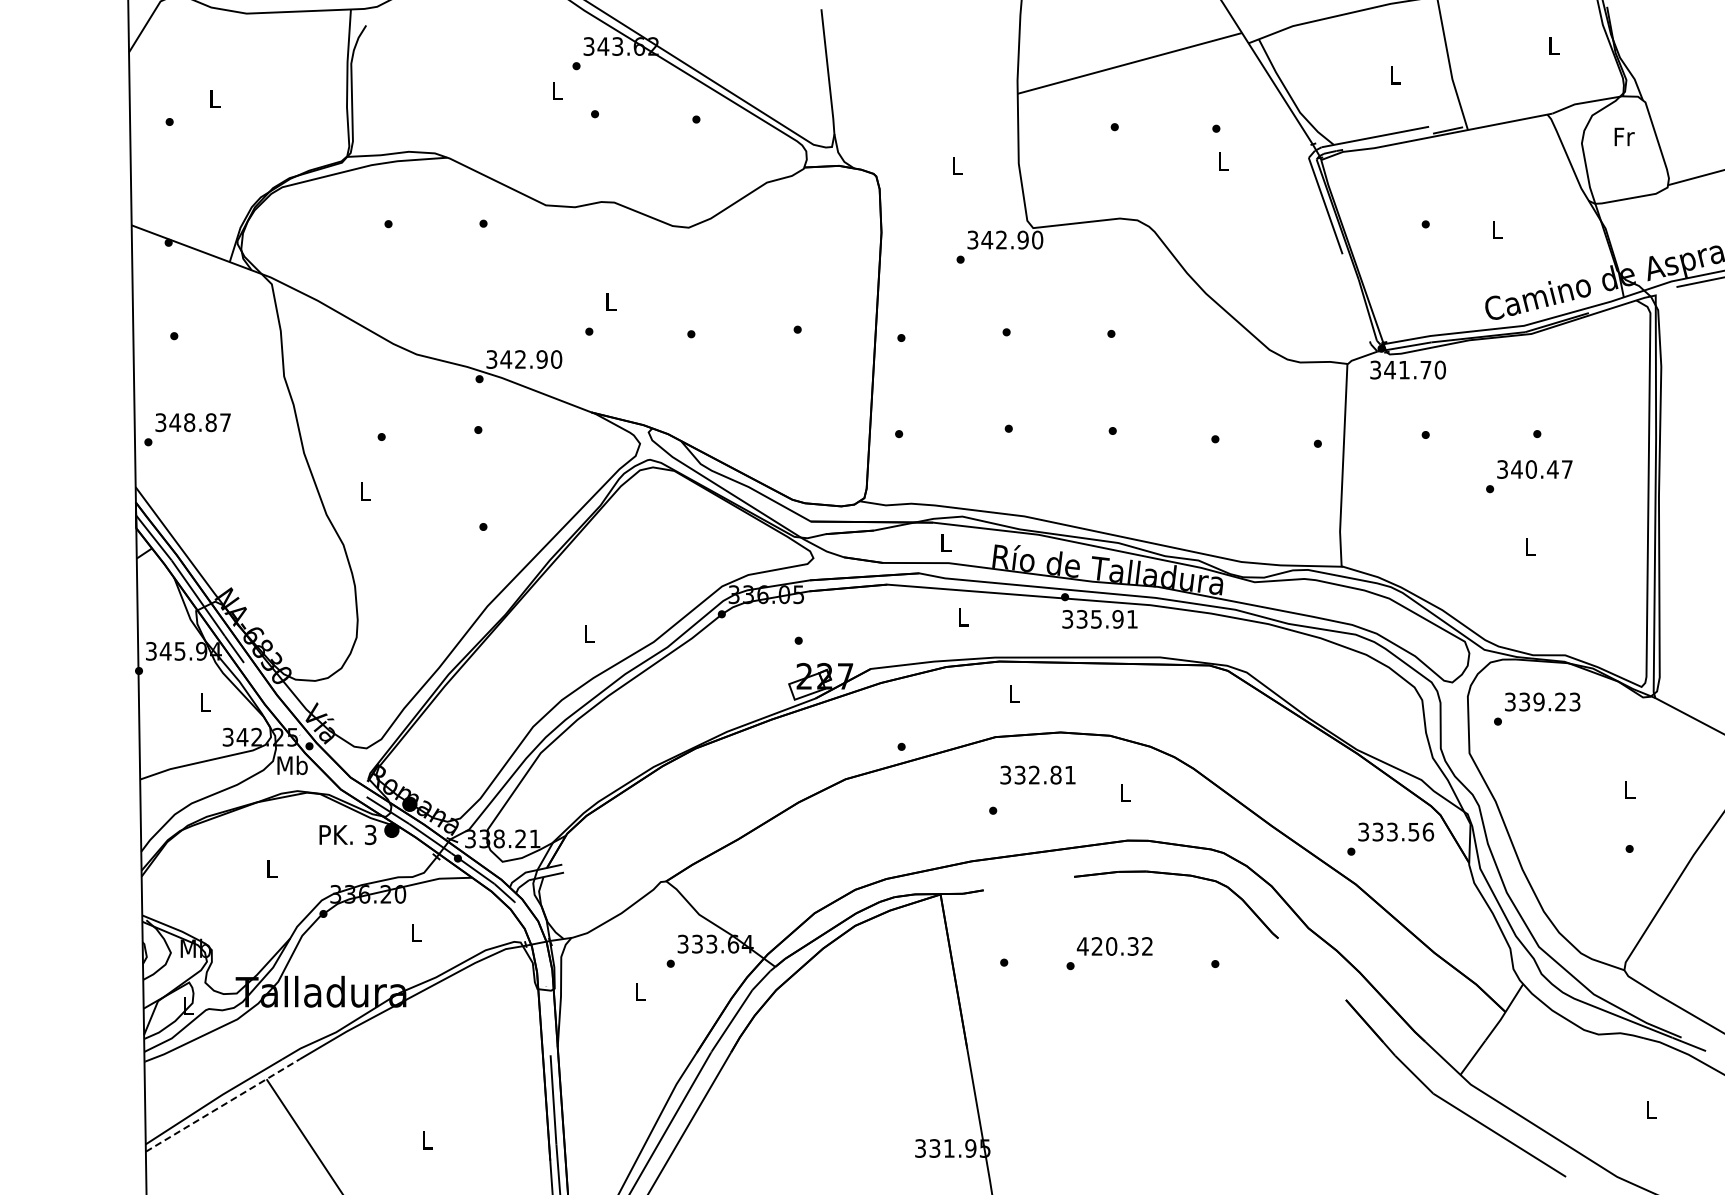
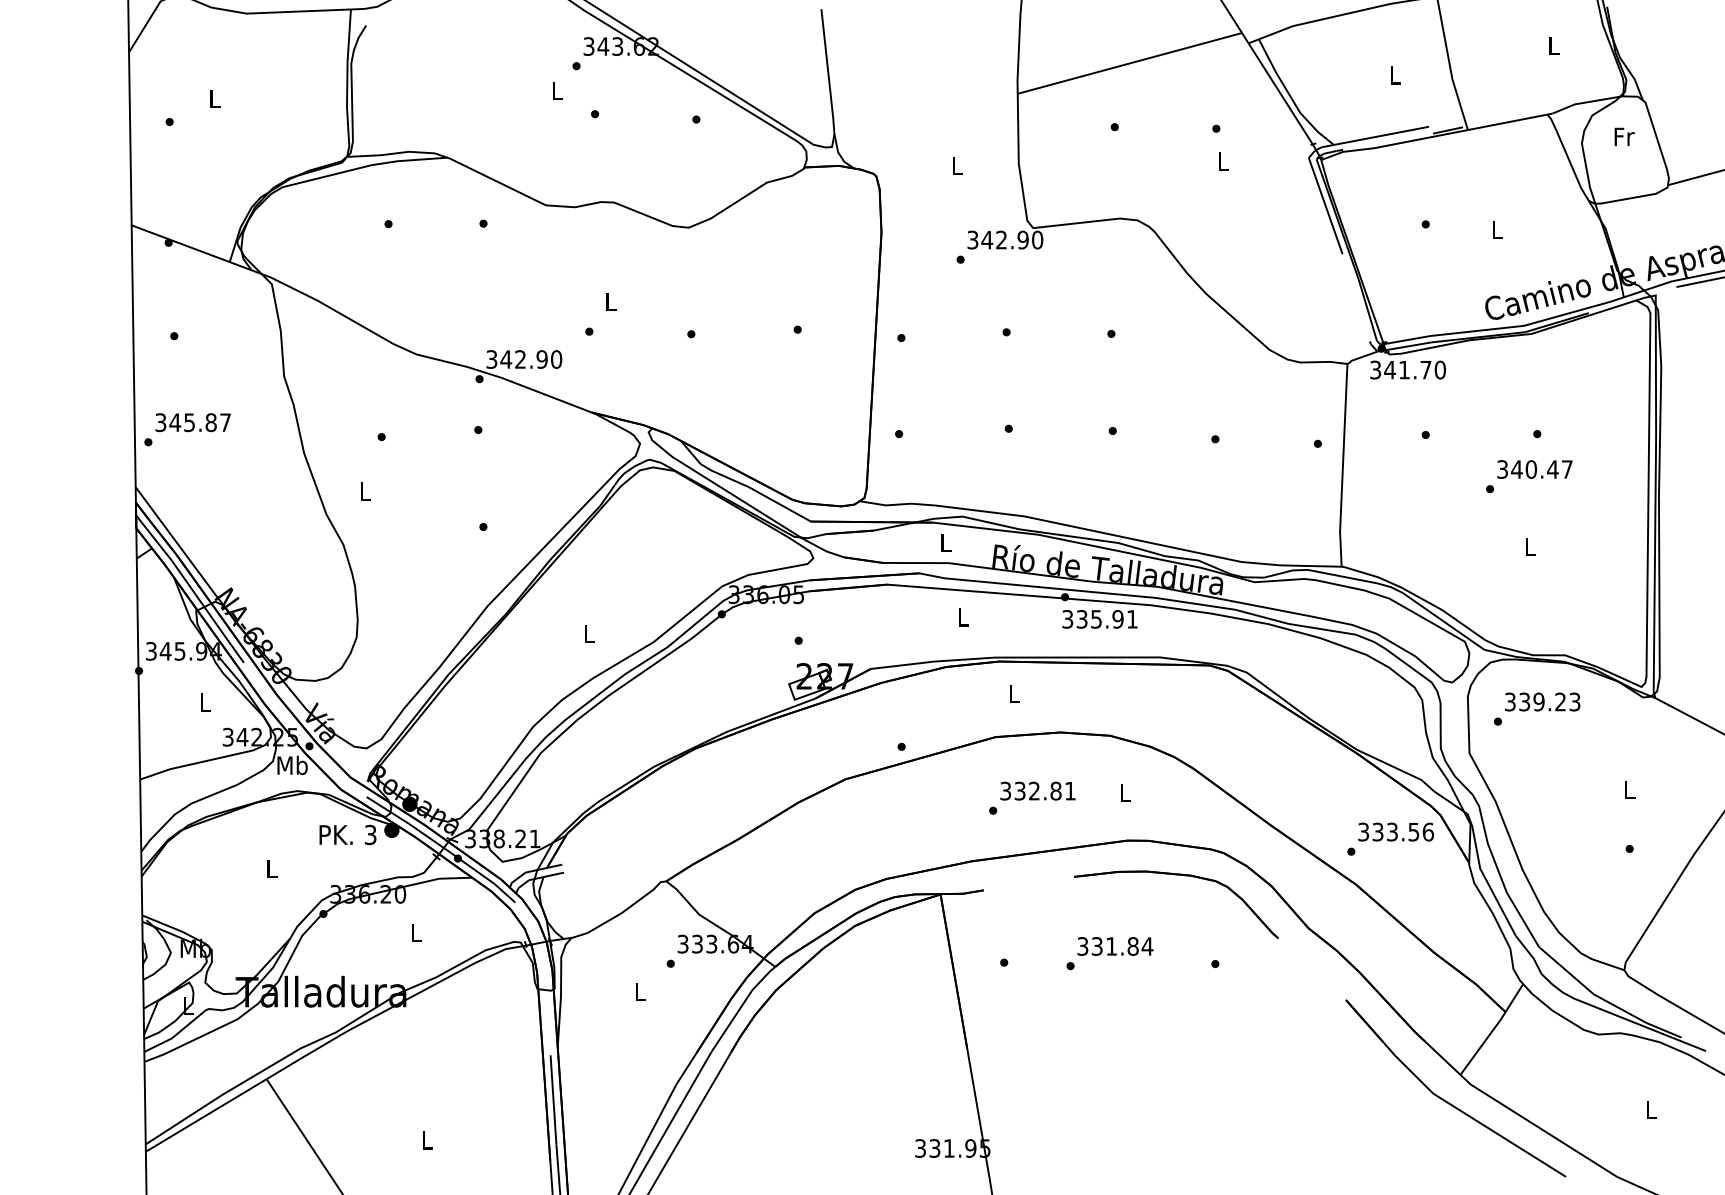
text at (189, 422): 348.87 -> 345.87
text at (1037, 774) position: (1037, 774) -> (1037, 790)
text at (1114, 946): 420.32 -> 331.84
line at (222, 1105): dashed -> solid
